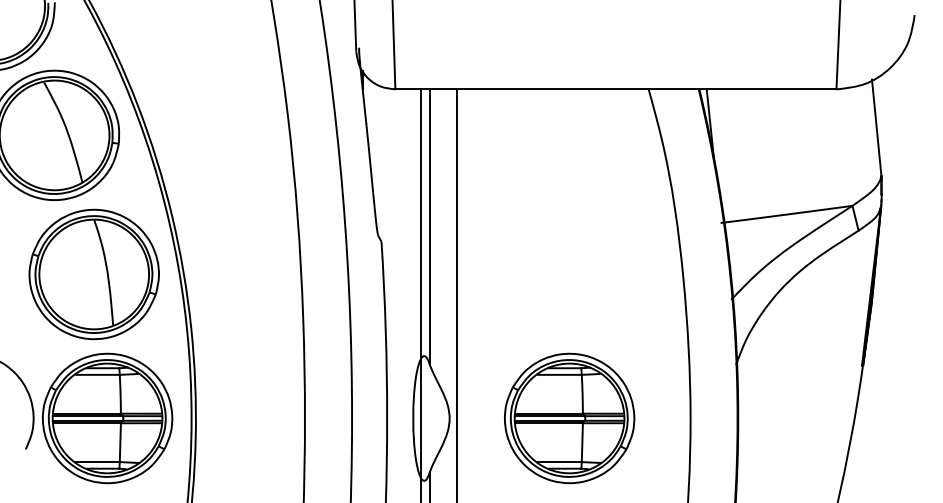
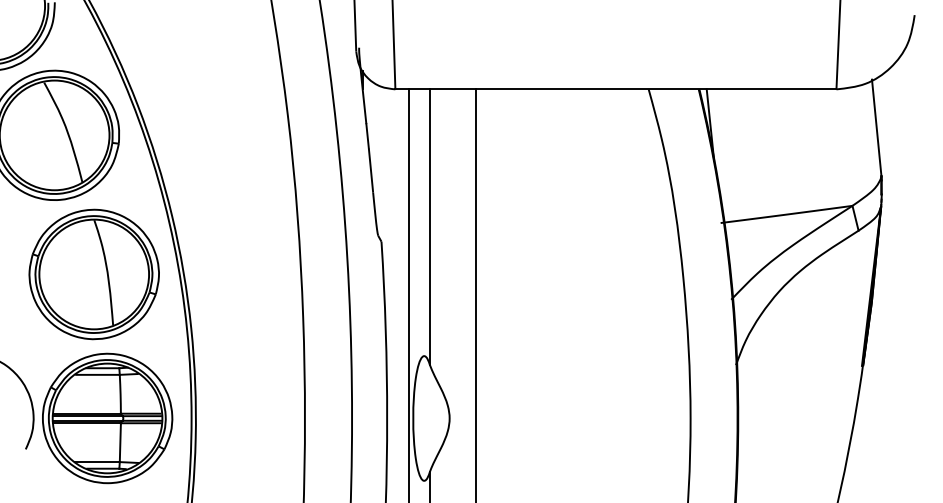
line at (420, 294) position: (420, 294) -> (408, 294)
line at (457, 294) position: (457, 294) -> (476, 294)
part at (569, 418): present -> none
